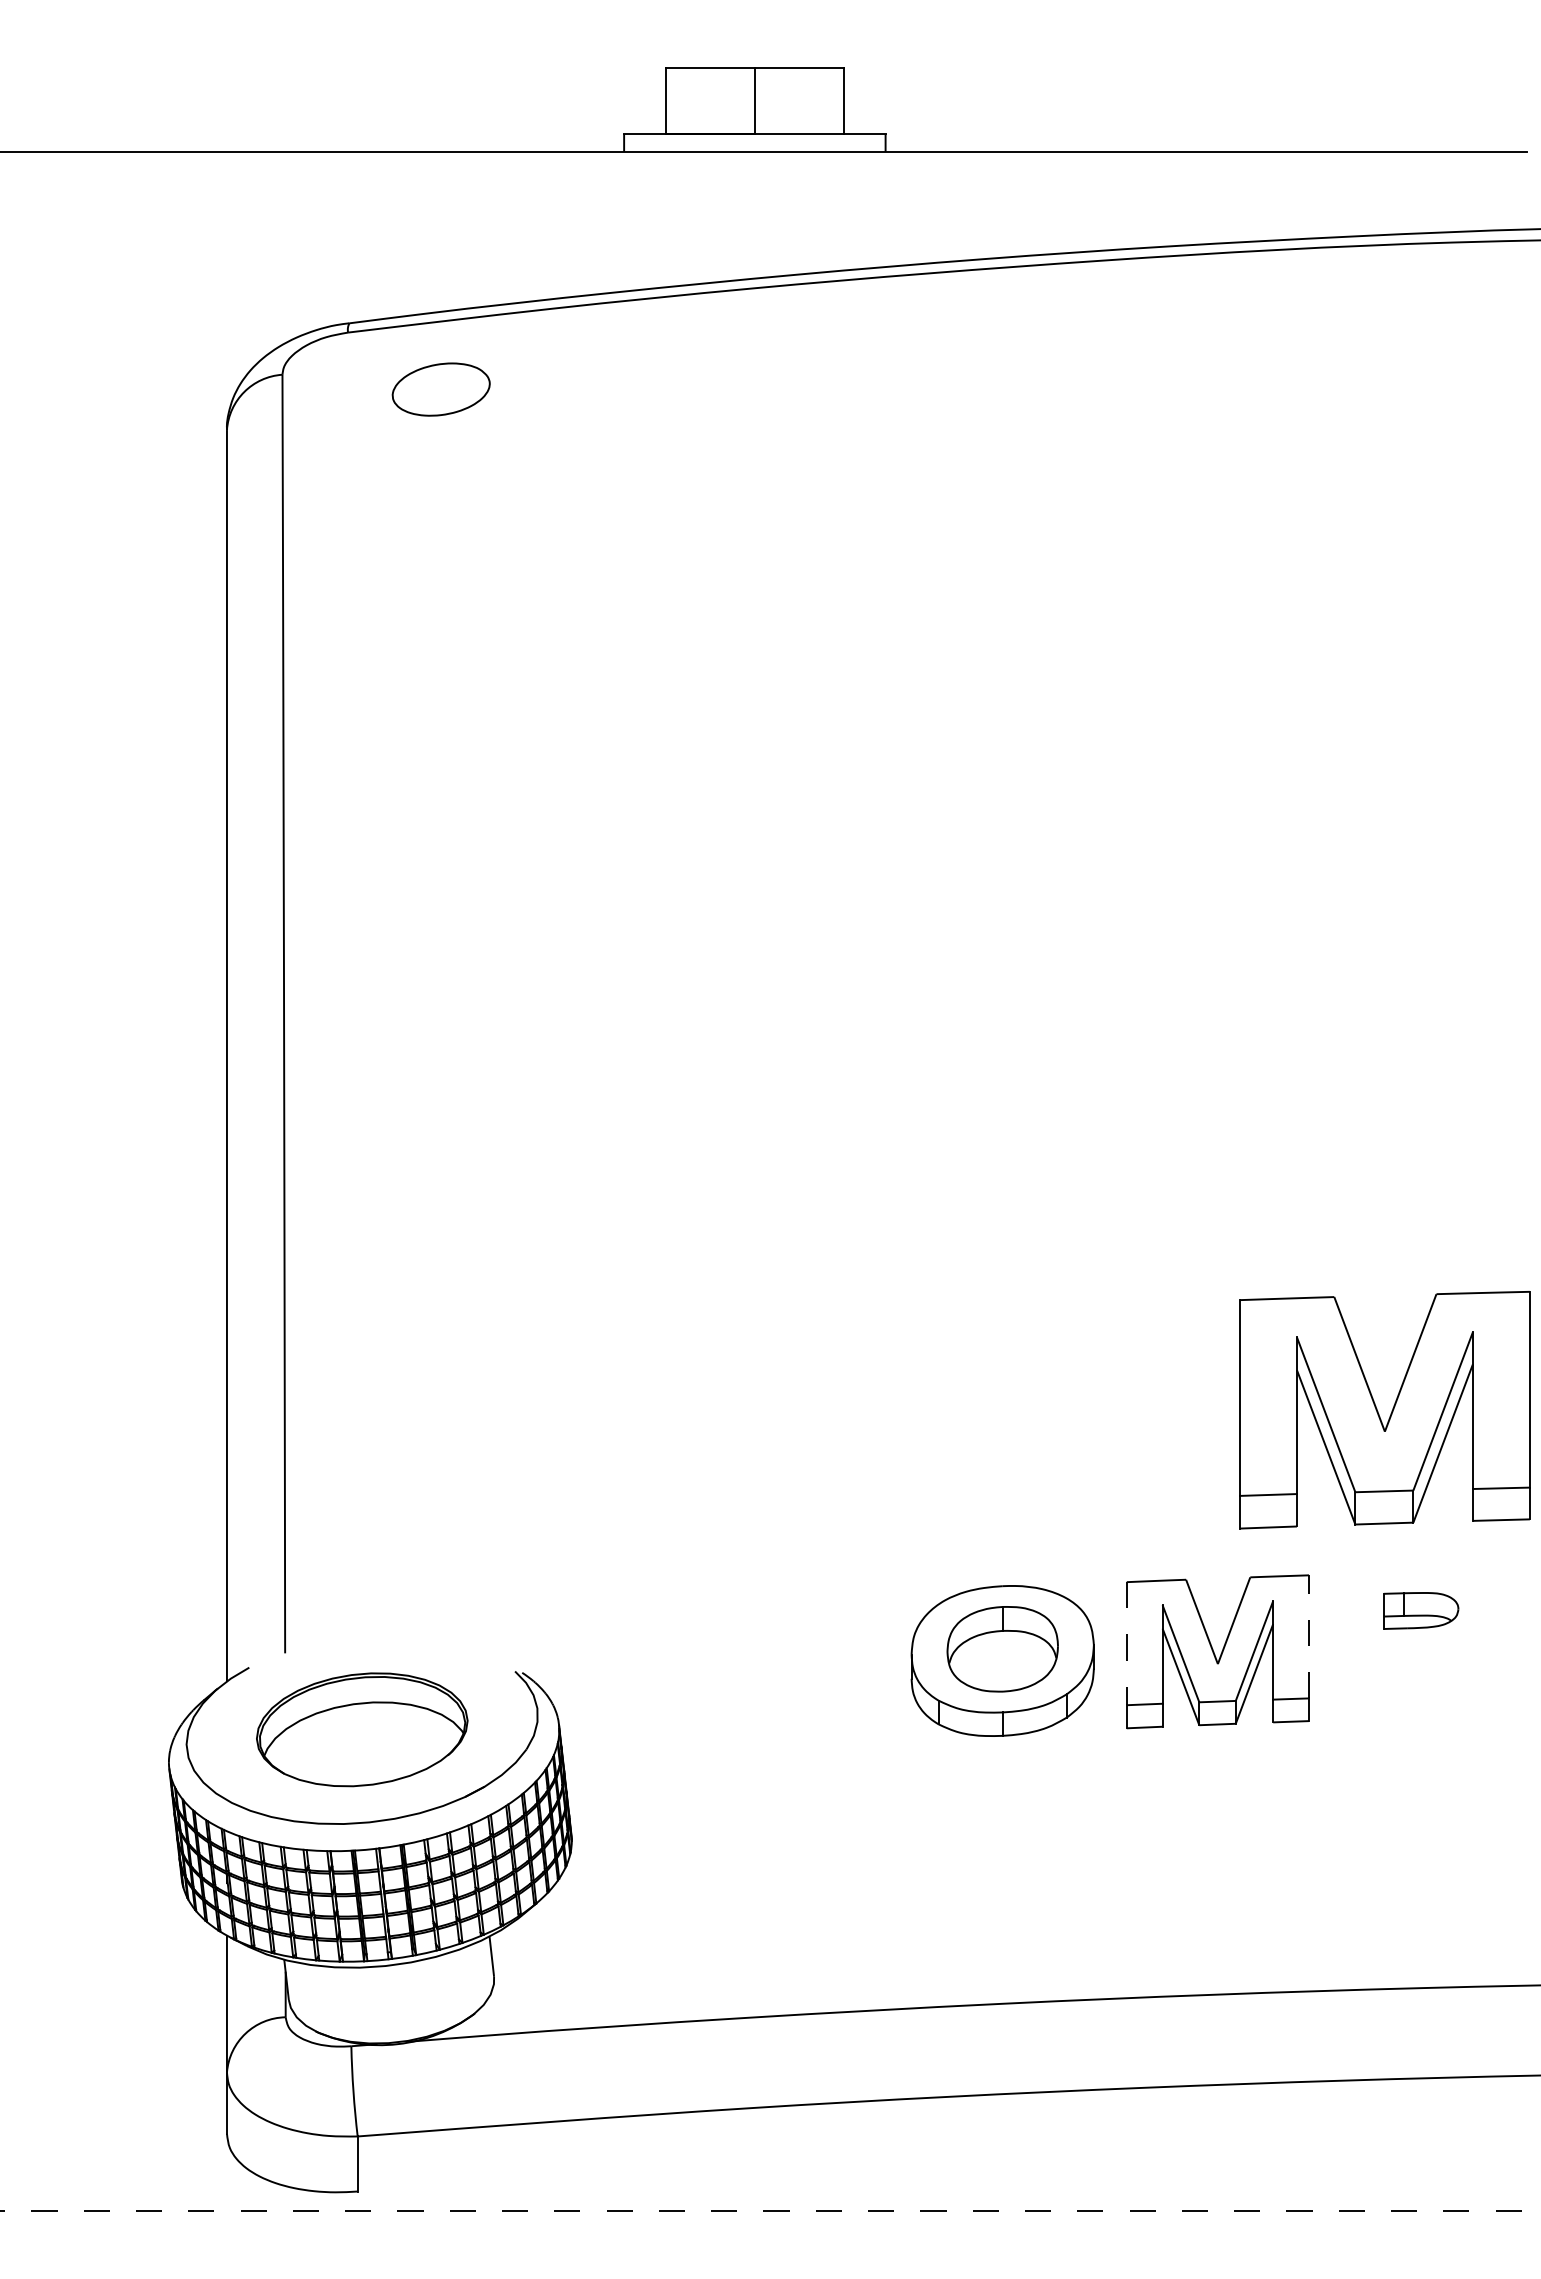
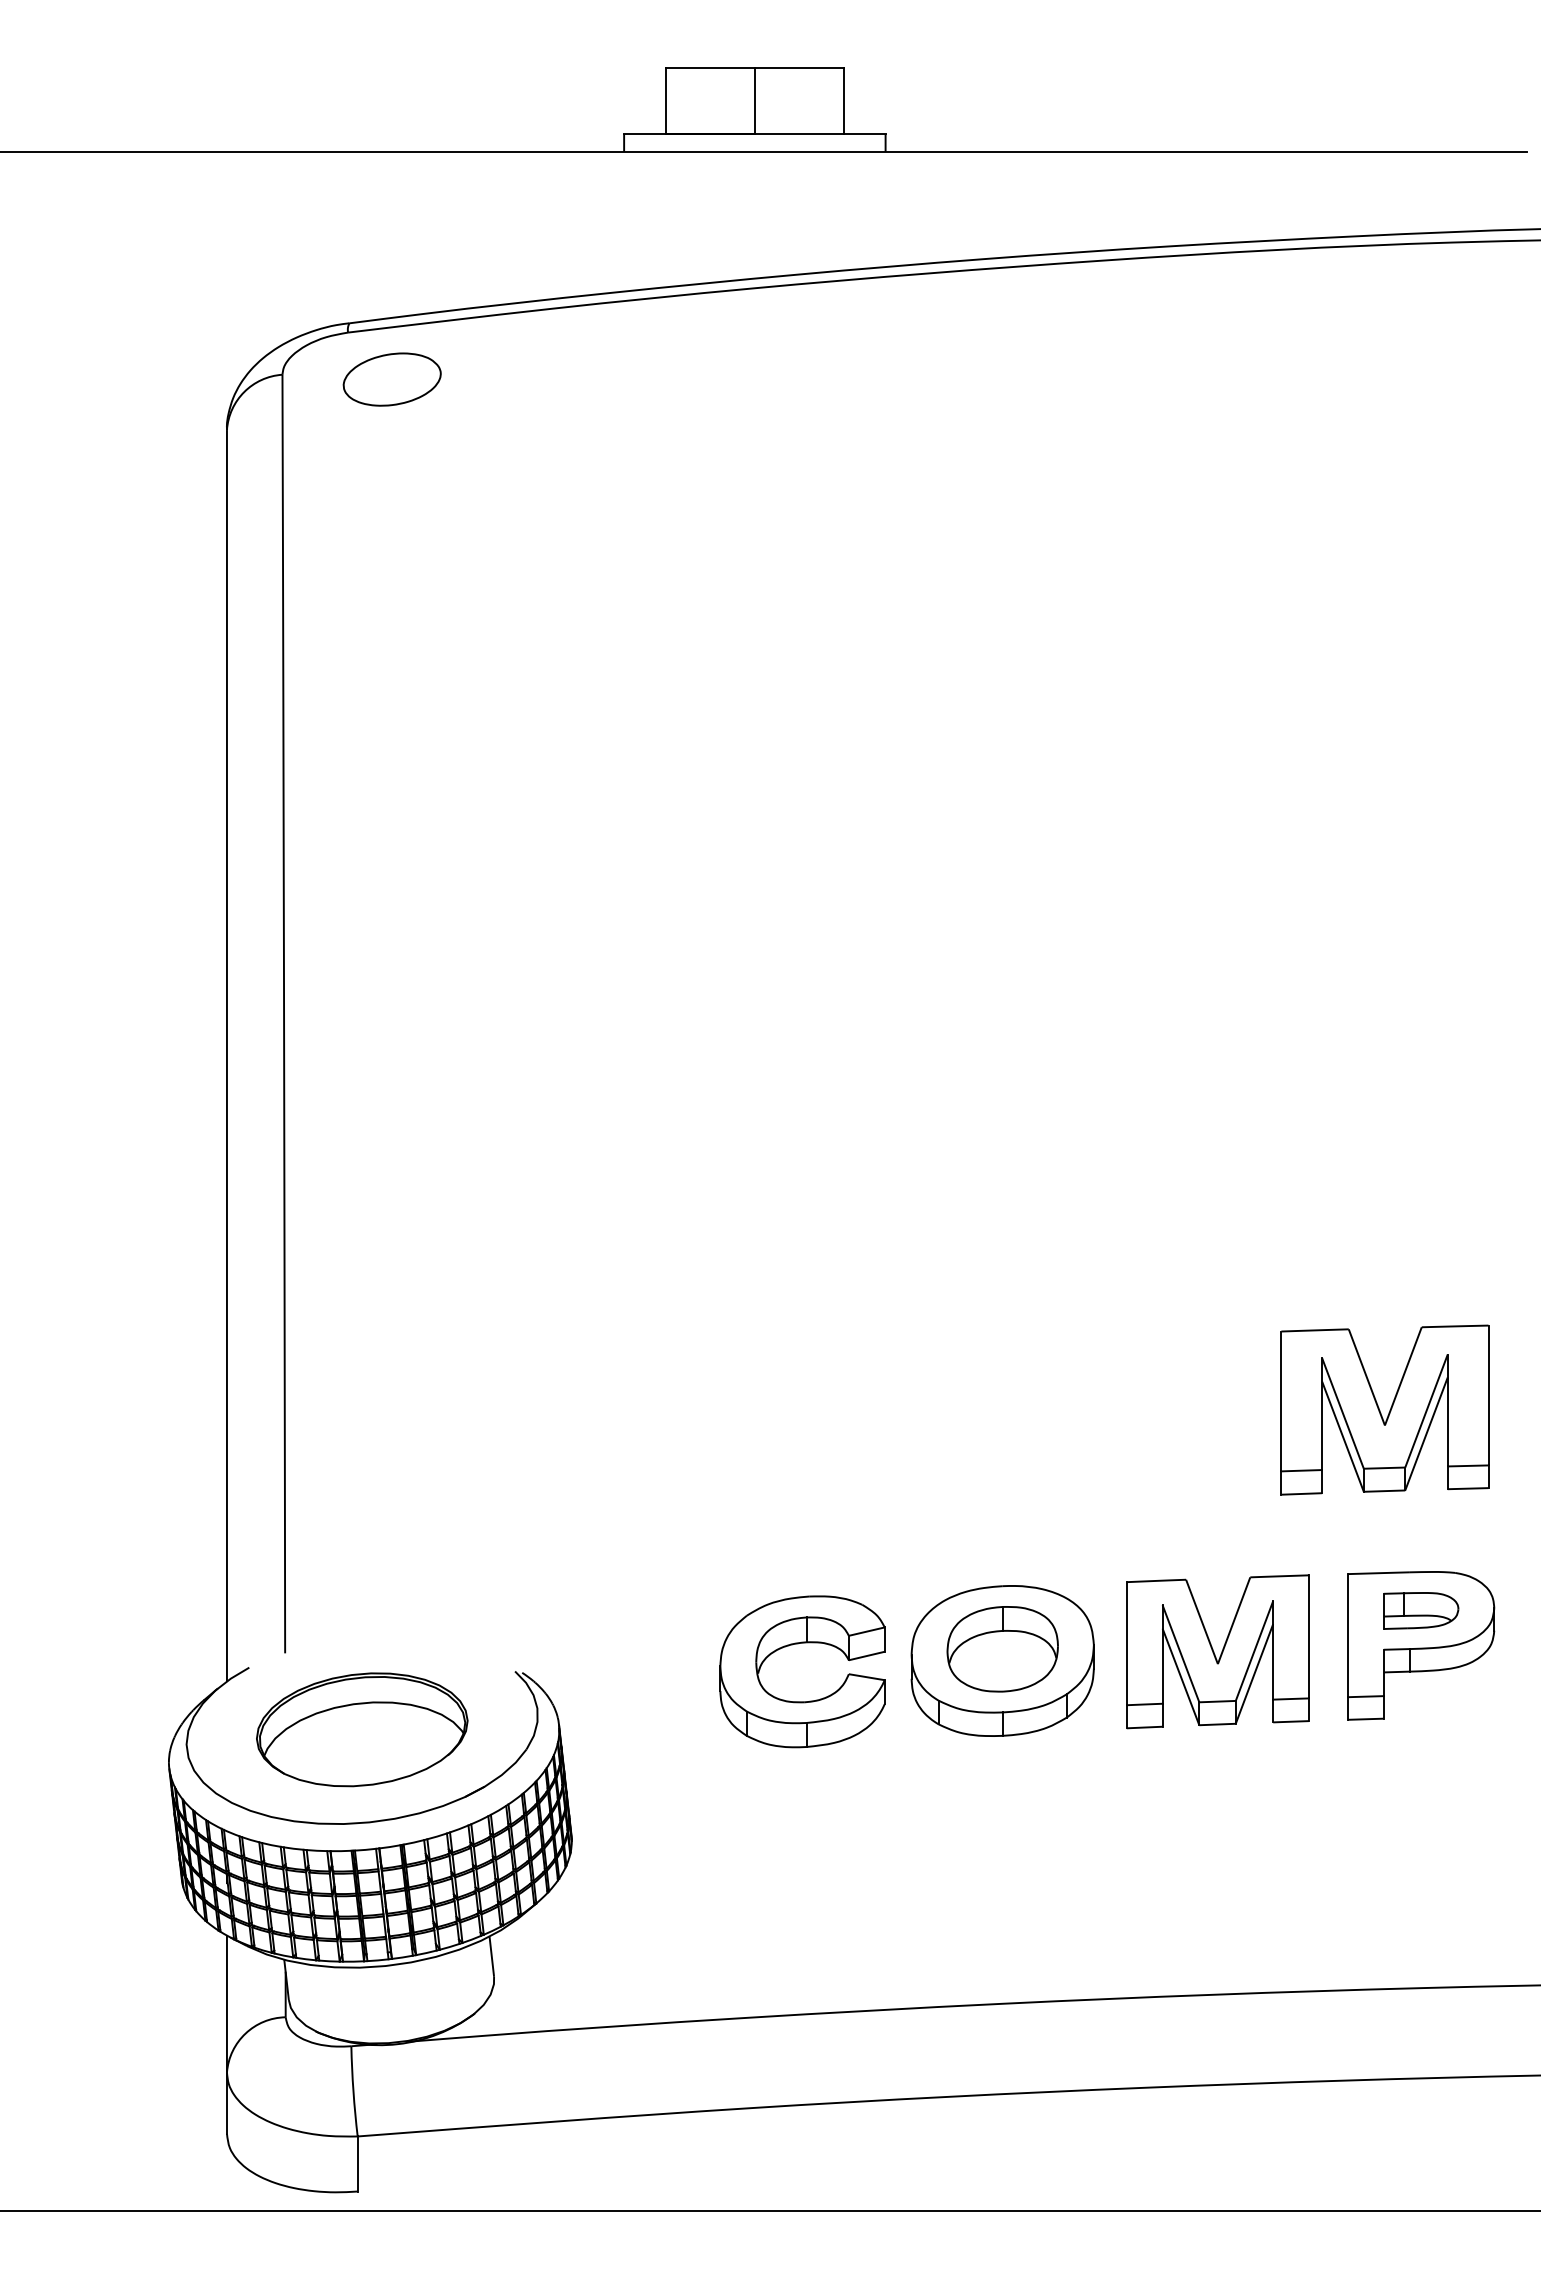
part at (440, 389) position: (440, 389) -> (391, 379)
part at (1384, 1410) size: 292x239 px -> 210x172 px
line at (1309, 1636): dashed -> solid
line at (1126, 1643): dashed -> solid
part at (798, 1644): none -> present
part at (1421, 1645): none -> present
line at (770, 2210): dashed -> solid
